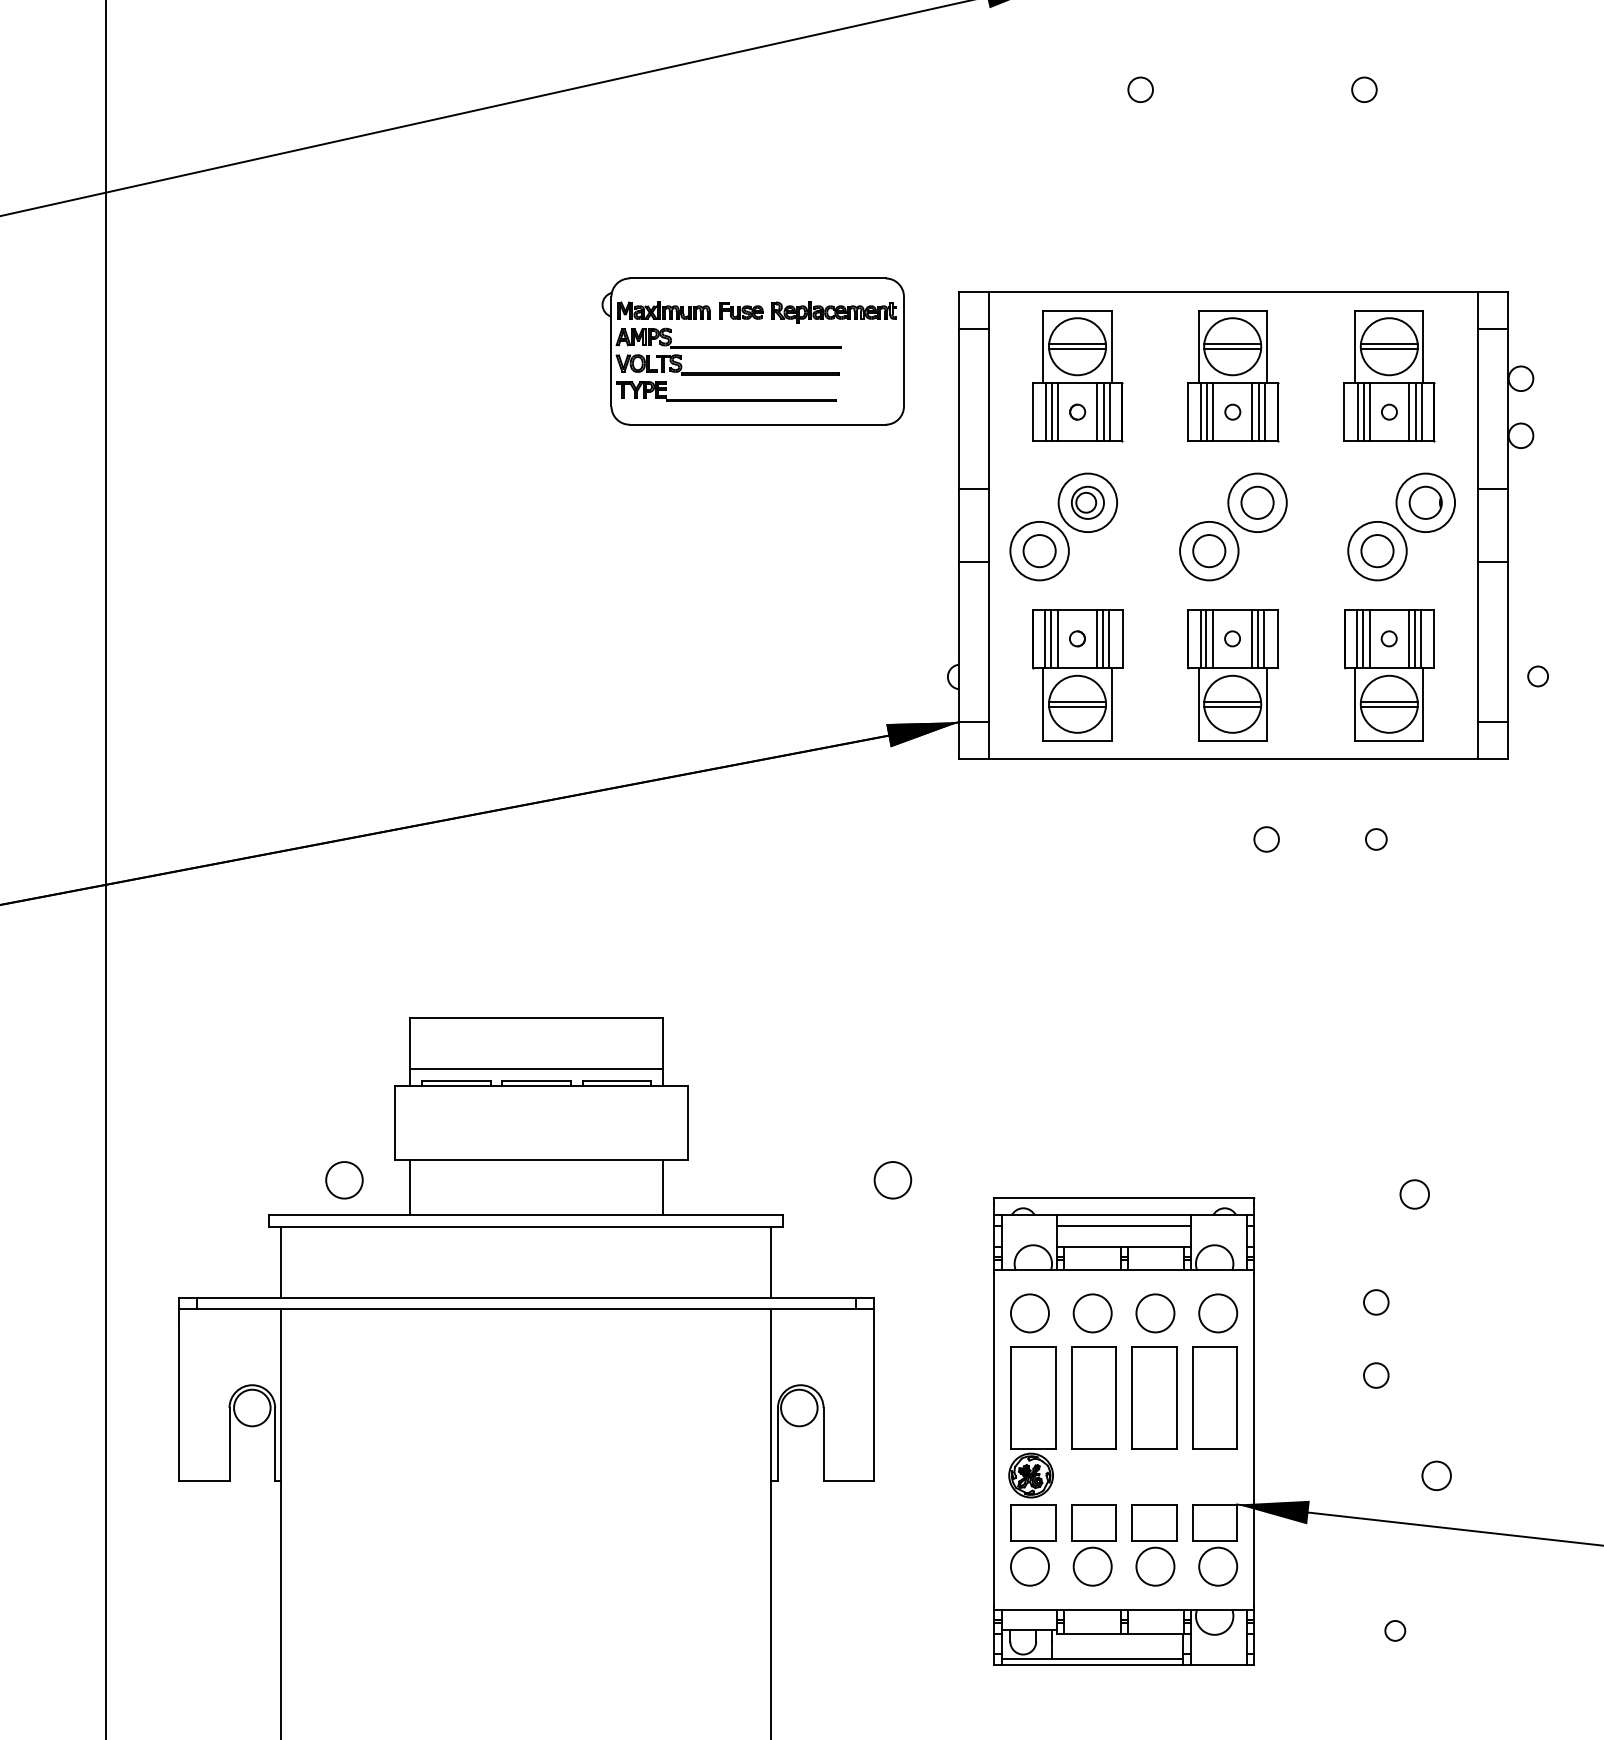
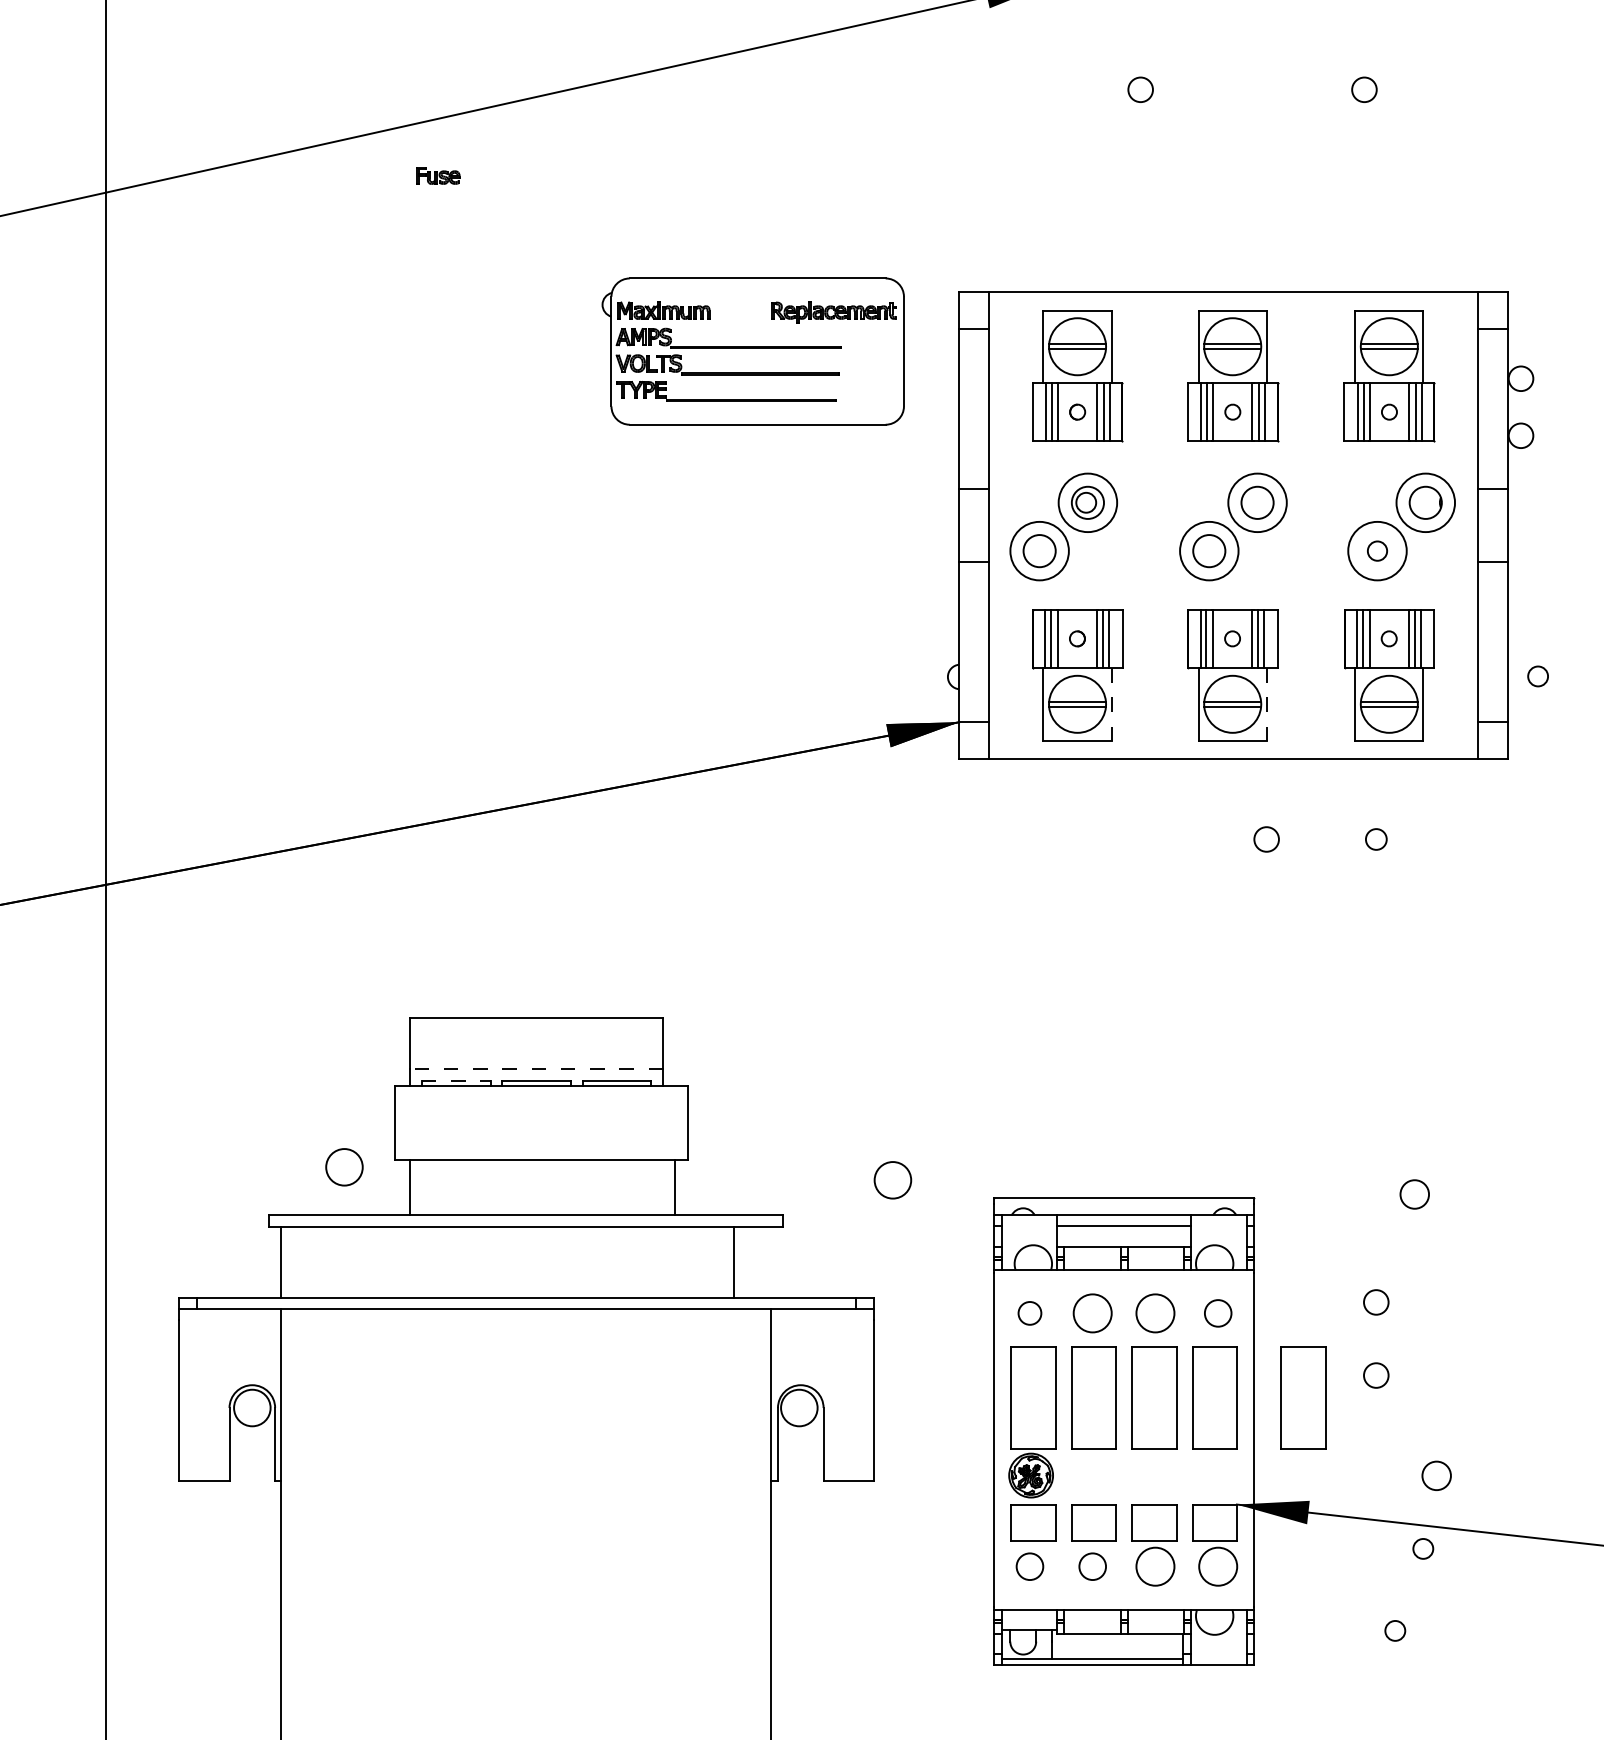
part at (741, 310) position: (741, 310) -> (438, 175)
circle at (1377, 551) diameter: 32 px -> 19 px
line at (1111, 704): solid -> dashed
line at (1266, 704): solid -> dashed
line at (536, 1068): solid -> dashed
line at (456, 1080): solid -> dashed
circle at (344, 1180) position: (344, 1180) -> (344, 1167)
line at (663, 1187) position: (663, 1187) -> (675, 1187)
line at (770, 1262) position: (770, 1262) -> (733, 1262)
circle at (1029, 1313) diameter: 38 px -> 23 px
circle at (1218, 1313) diameter: 38 px -> 27 px
part at (1303, 1397): none -> present
circle at (1423, 1548): none -> present
circle at (1029, 1566) diameter: 38 px -> 27 px
circle at (1092, 1566) diameter: 38 px -> 27 px
